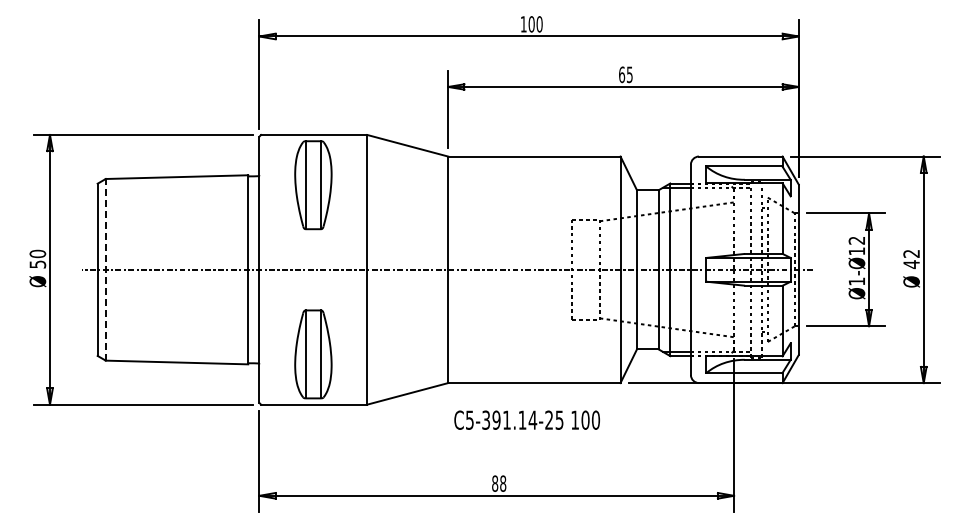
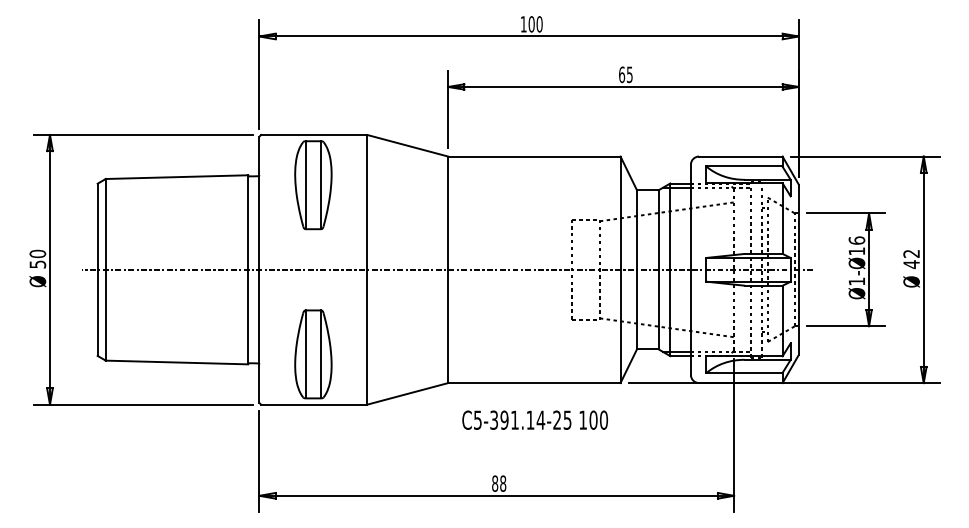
text at (856, 240): Ø1-Ø12 -> Ø1-Ø16
line at (105, 269): dashed -> solid
text at (526, 419) position: (526, 419) -> (534, 419)
